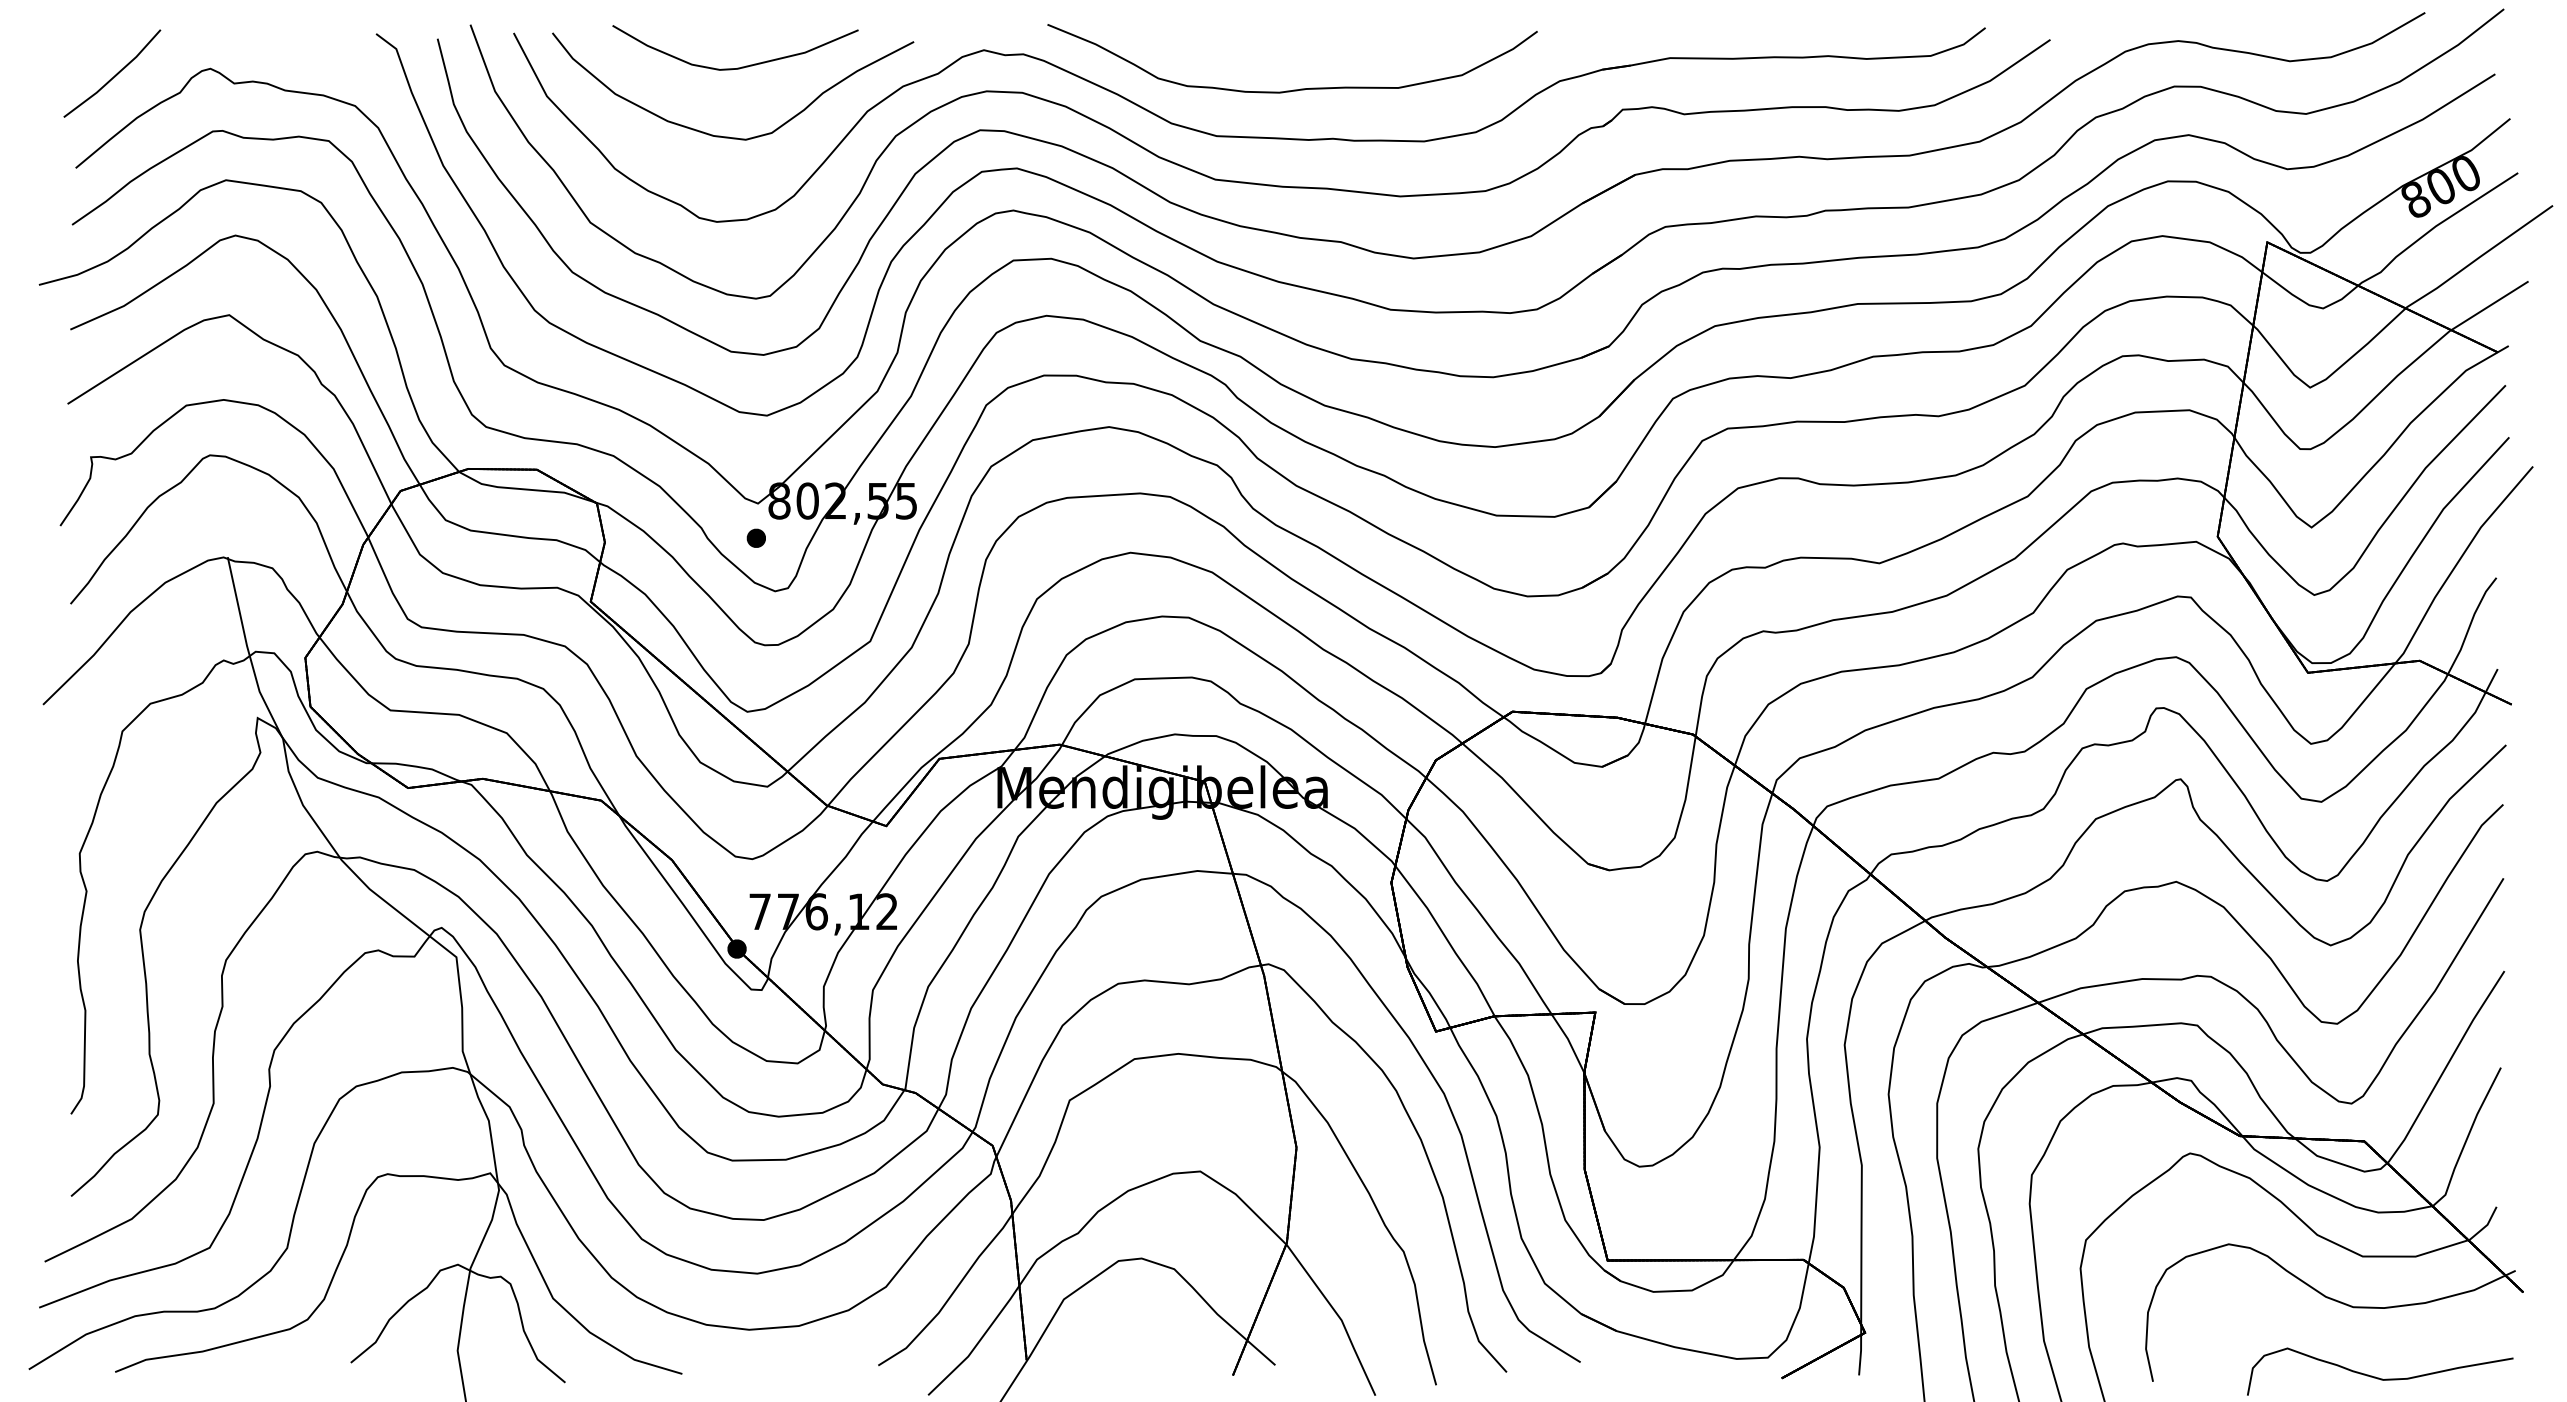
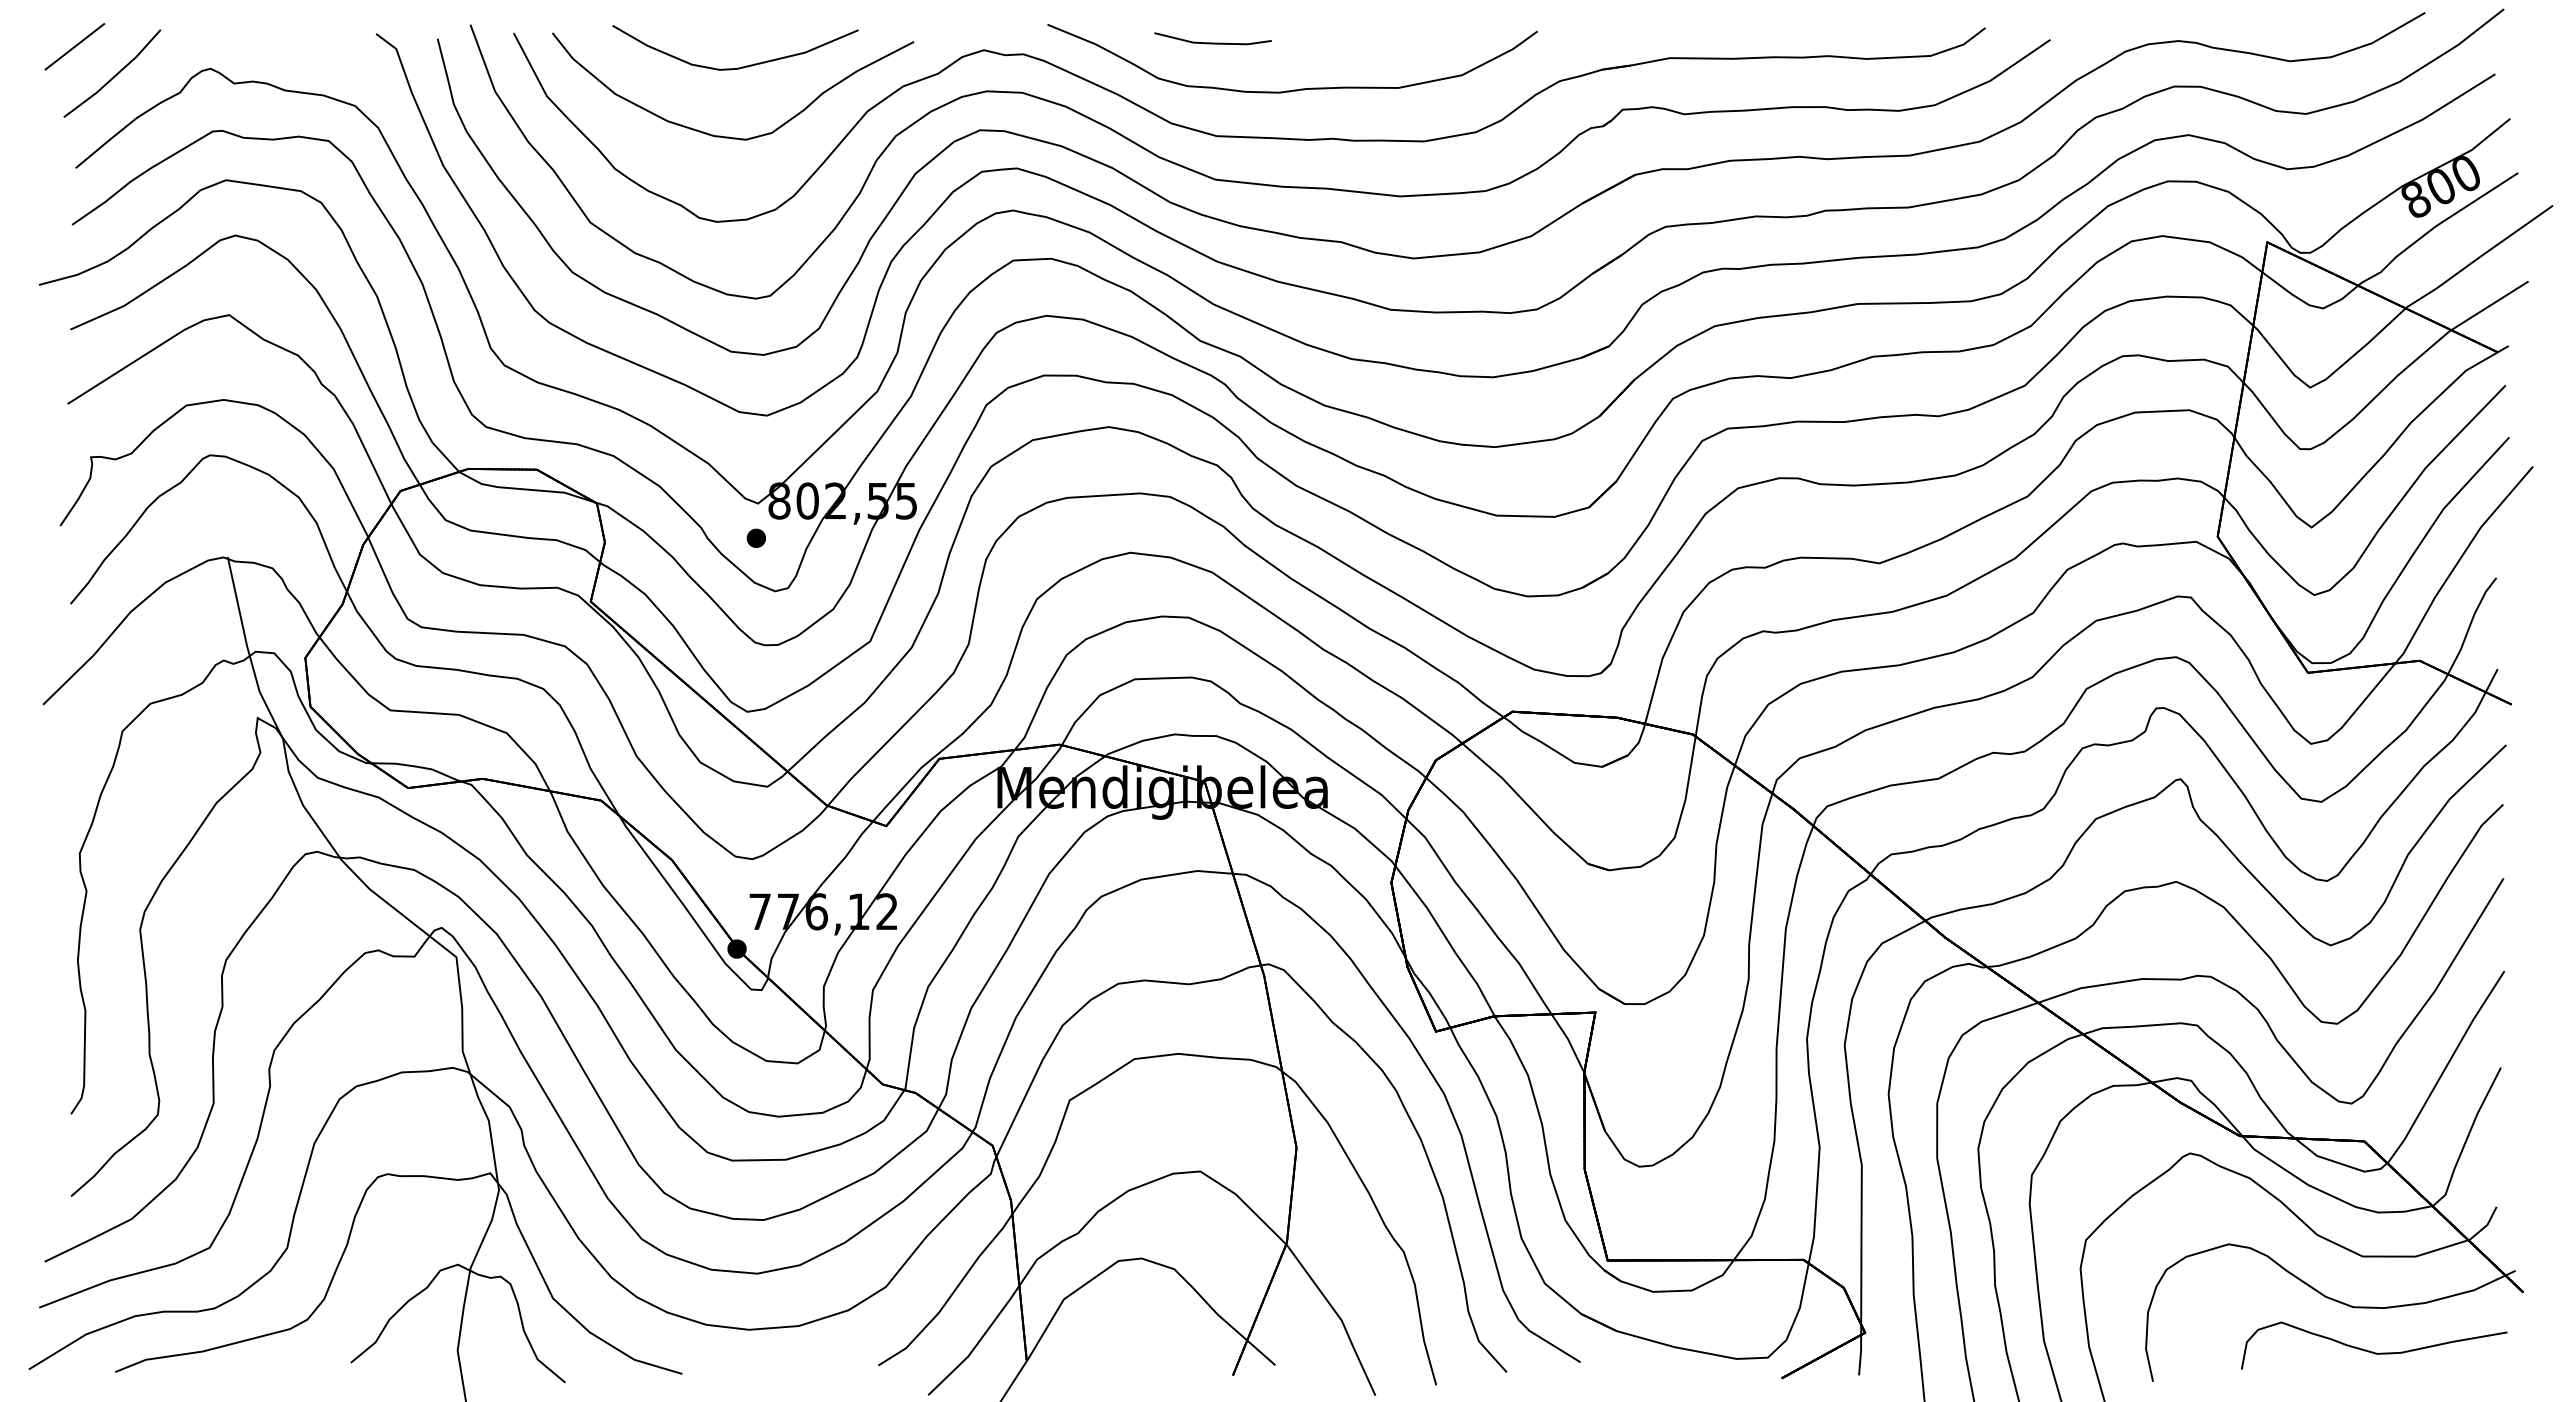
line at (1212, 42): none -> present
line at (74, 46): none -> present
part at (2379, 1377) position: (2379, 1377) -> (2373, 1351)
